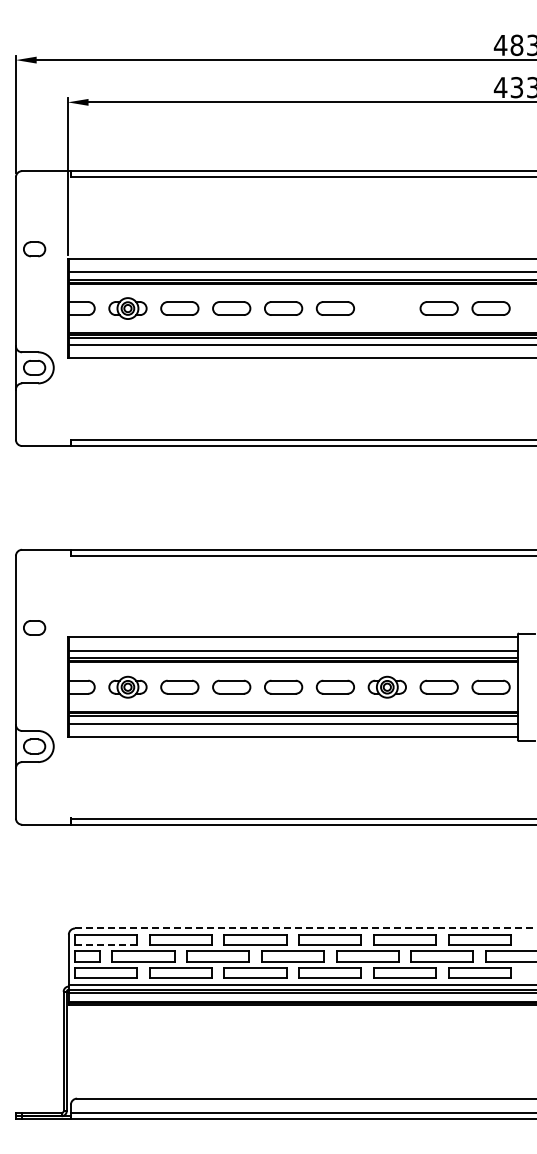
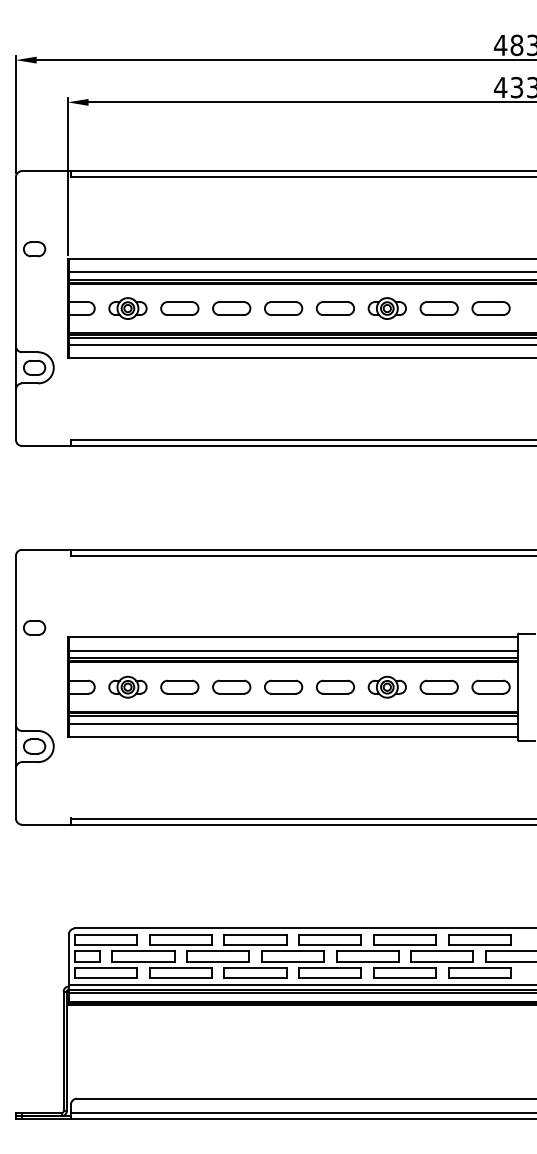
part at (386, 308): none -> present
line at (306, 928): dashed -> solid
line at (105, 945): dashed -> solid
